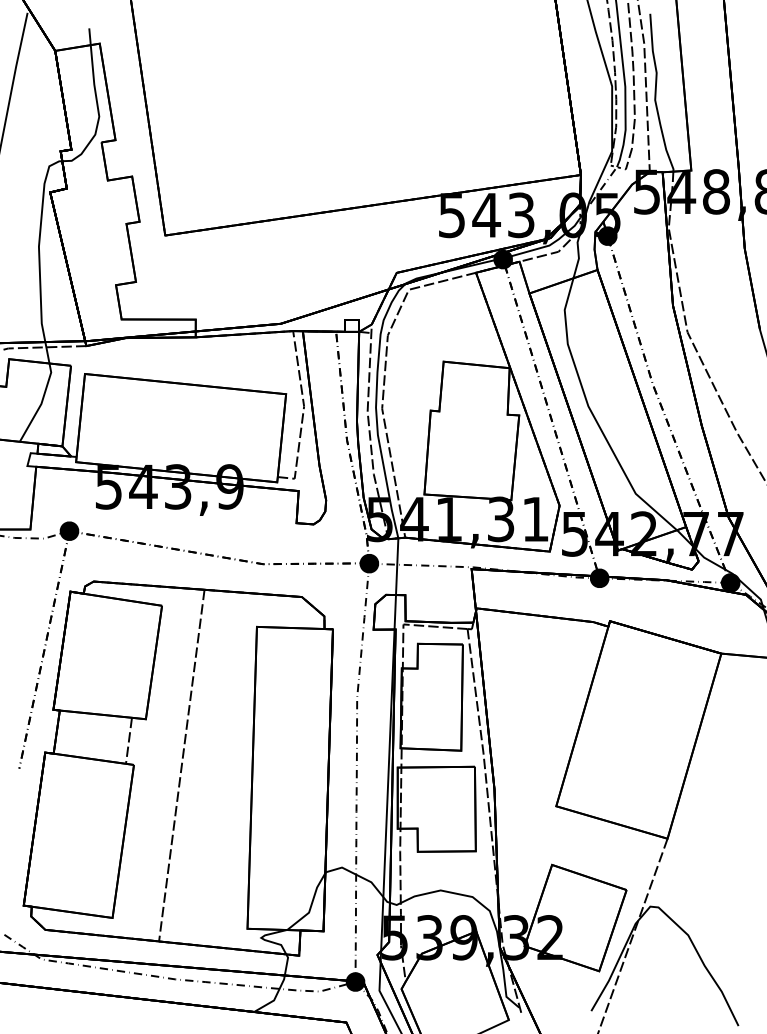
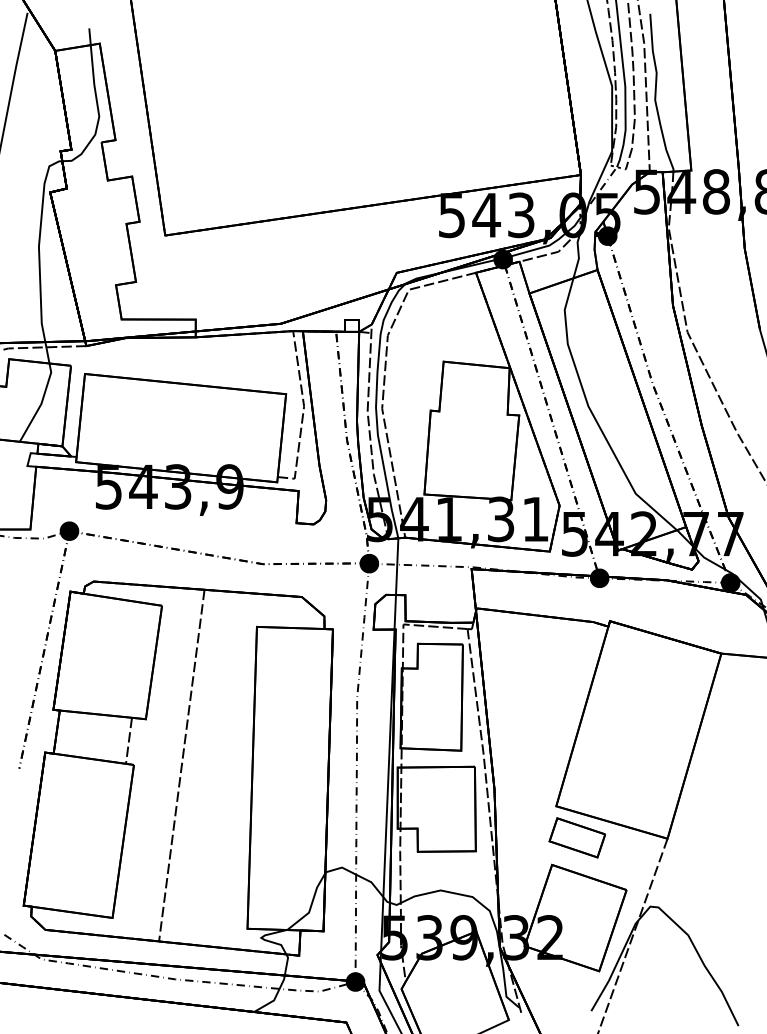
part at (576, 837): none -> present
